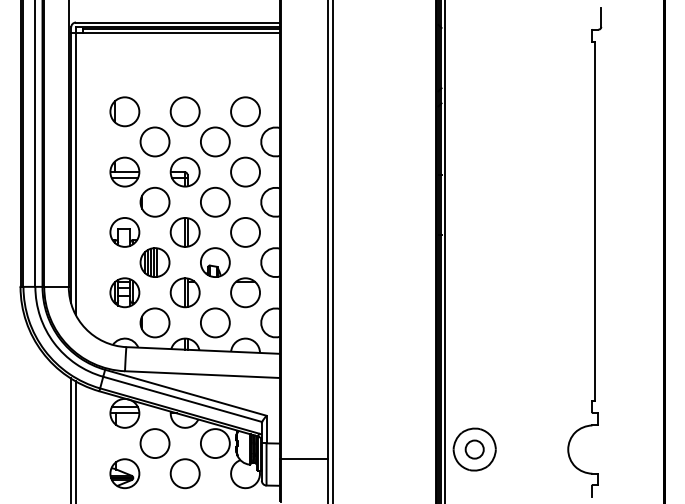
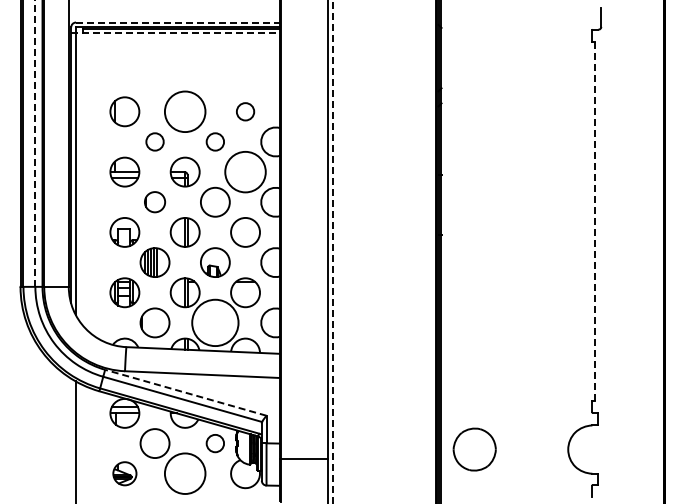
line at (177, 22): solid -> dashed
line at (176, 33): solid -> dashed
circle at (184, 111) diameter: 29 px -> 41 px
circle at (245, 111) diameter: 29 px -> 17 px
circle at (154, 141) diameter: 29 px -> 17 px
circle at (214, 141) diameter: 29 px -> 17 px
line at (35, 143): solid -> dashed
circle at (245, 171) diameter: 29 px -> 41 px
part at (154, 201) size: 32x32 px -> 23x23 px
line at (595, 221): solid -> dashed
line at (332, 251): solid -> dashed
line at (444, 251): present -> none
circle at (214, 322) diameter: 29 px -> 46 px
line at (185, 392): solid -> dashed
line at (71, 439): present -> none
circle at (214, 443) diameter: 29 px -> 17 px
circle at (474, 449): present -> none
part at (124, 473) size: 32x32 px -> 26x26 px
circle at (184, 473) diameter: 29 px -> 41 px
